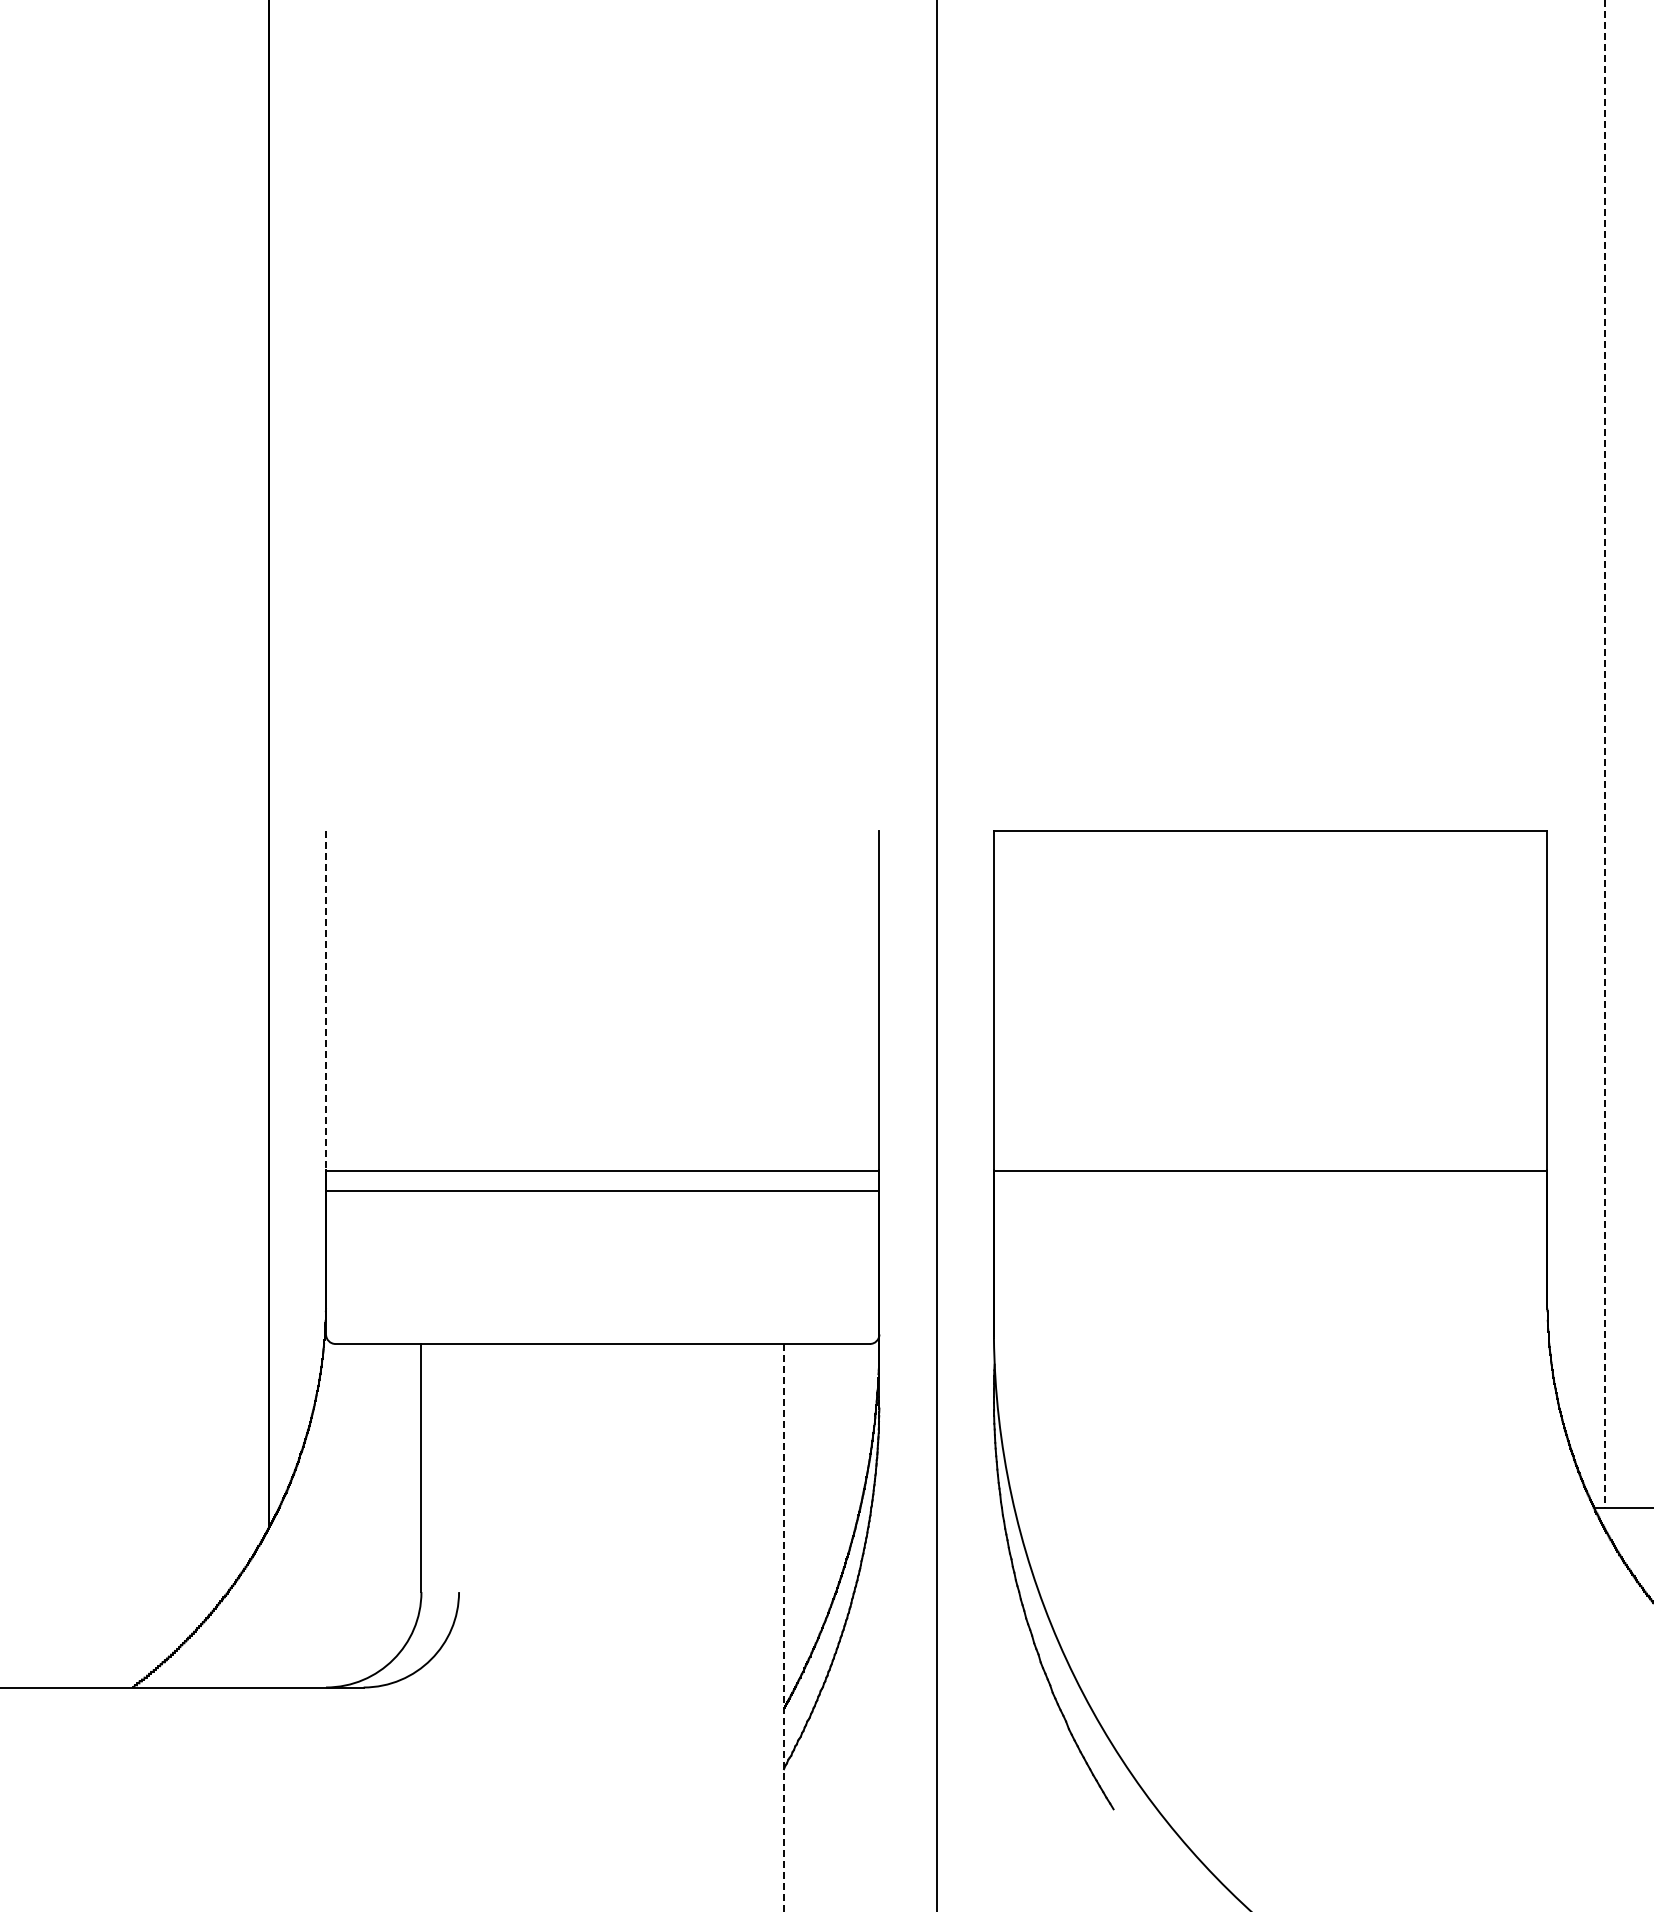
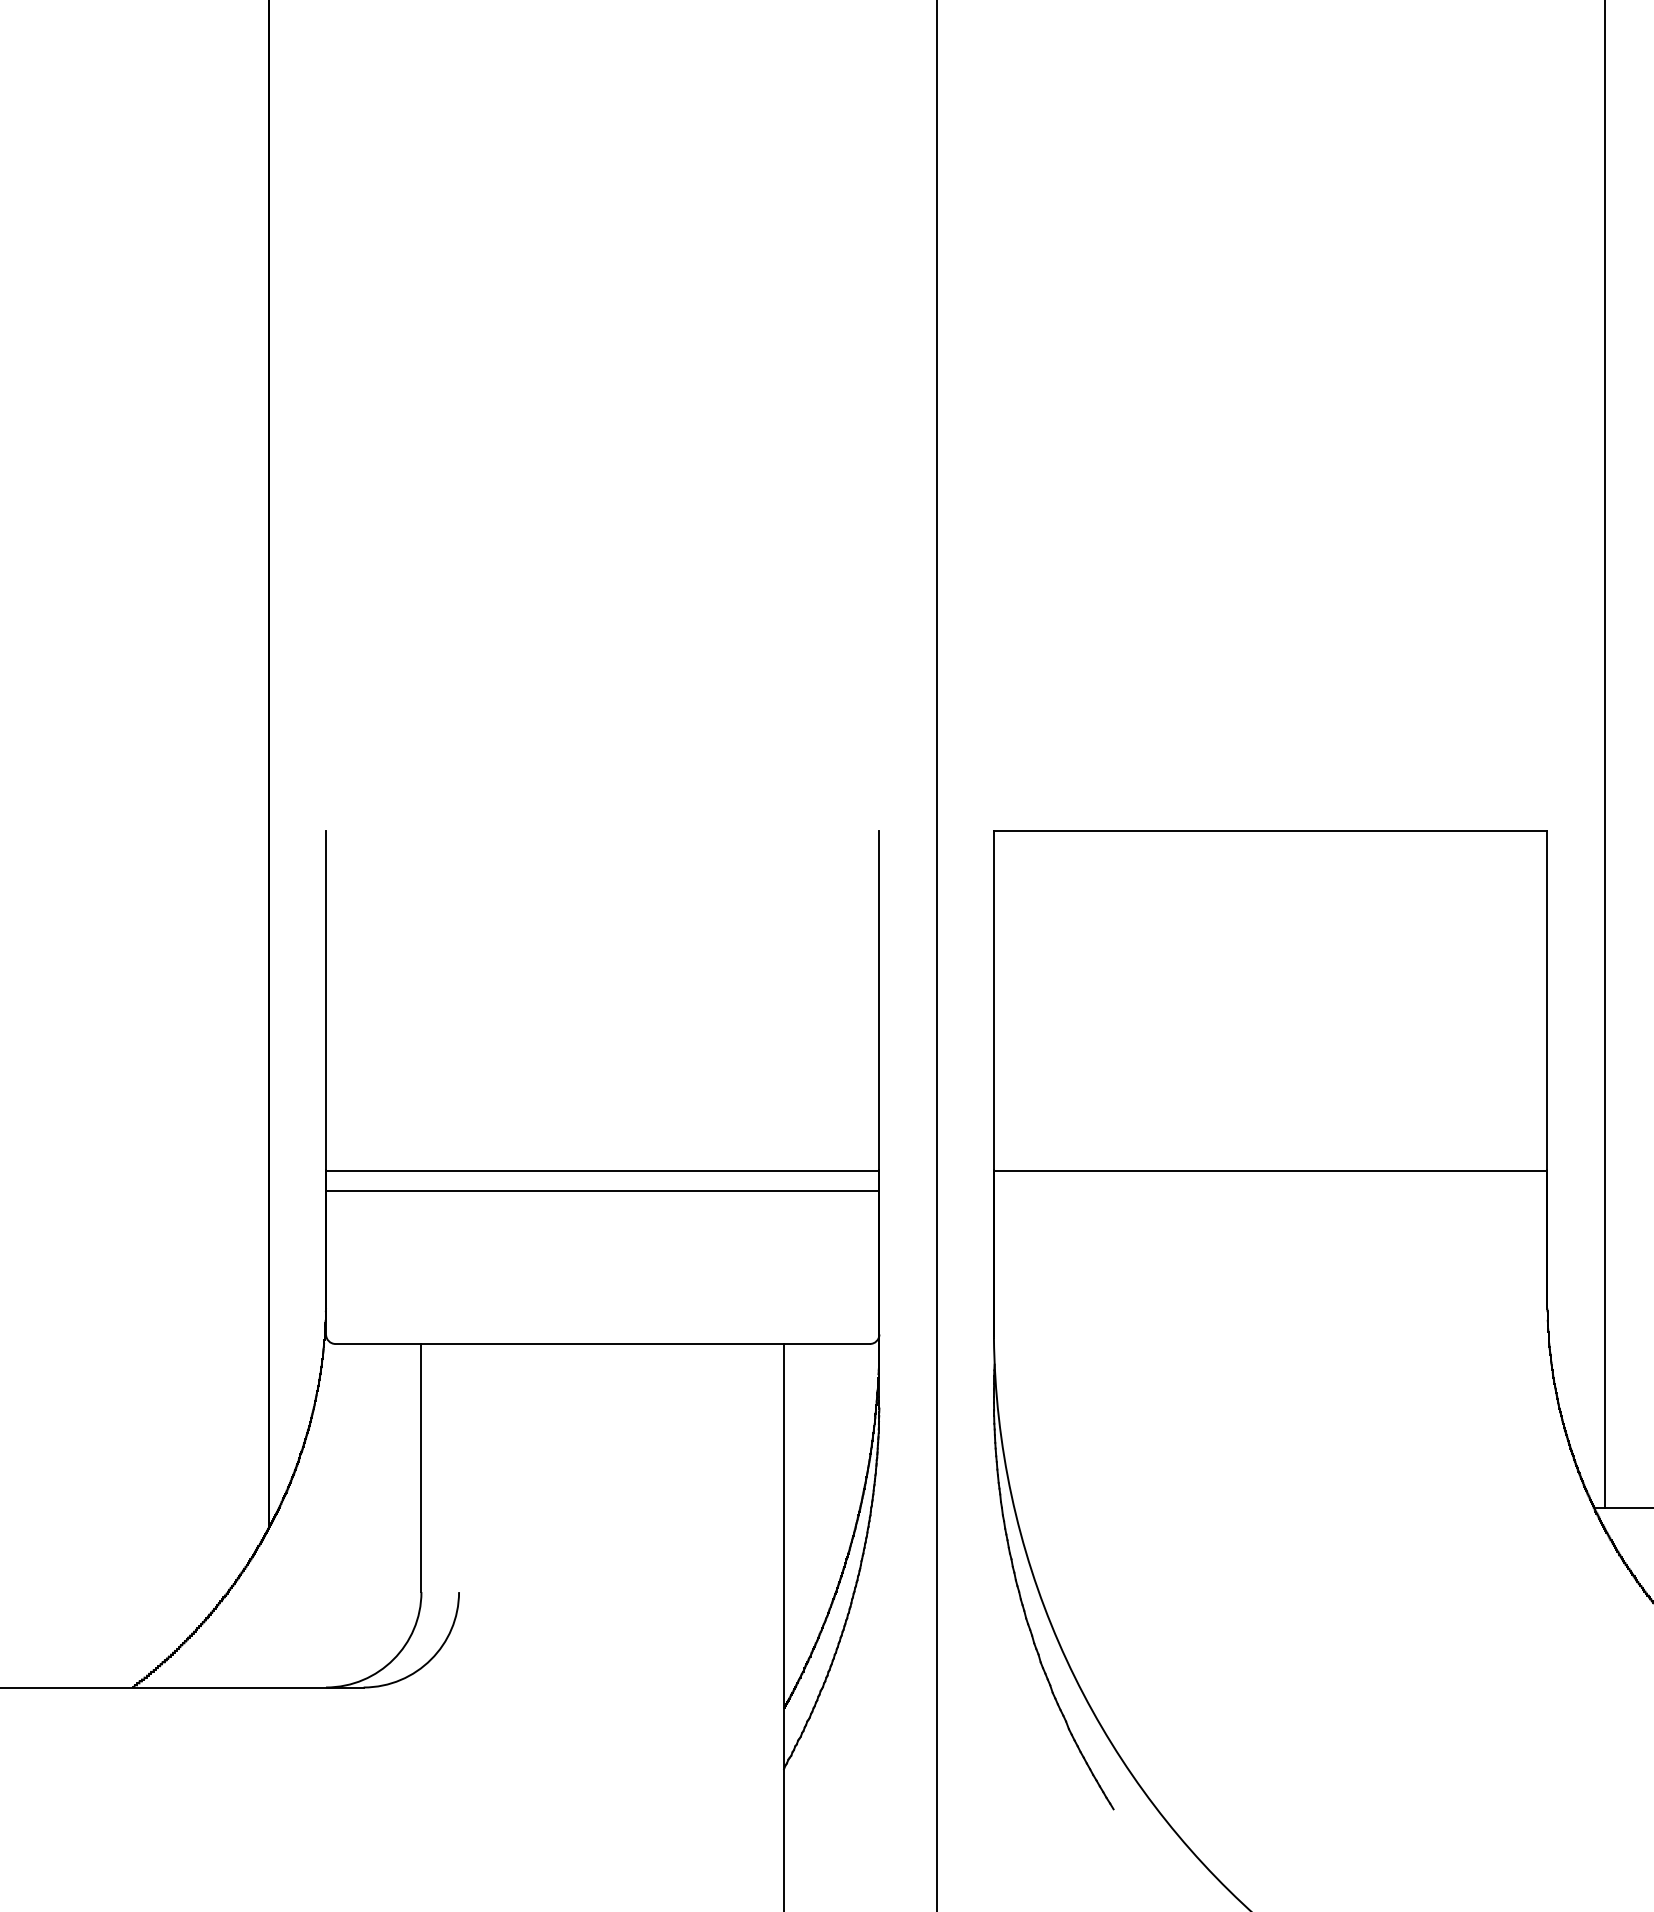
line at (1604, 754): dashed -> solid
line at (326, 1011): dashed -> solid
line at (784, 1627): dashed -> solid
